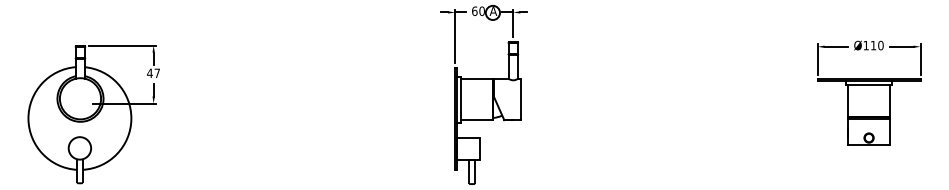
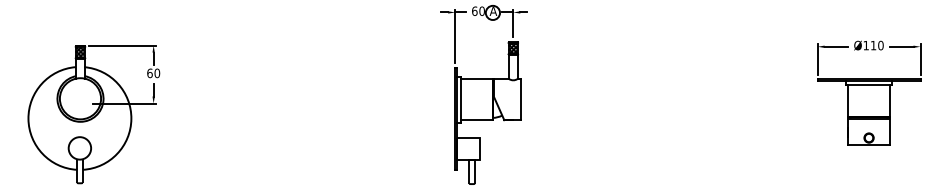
hatch at (512, 48): none -> present
hatch at (80, 52): none -> present
text at (153, 73): 47 -> 60
